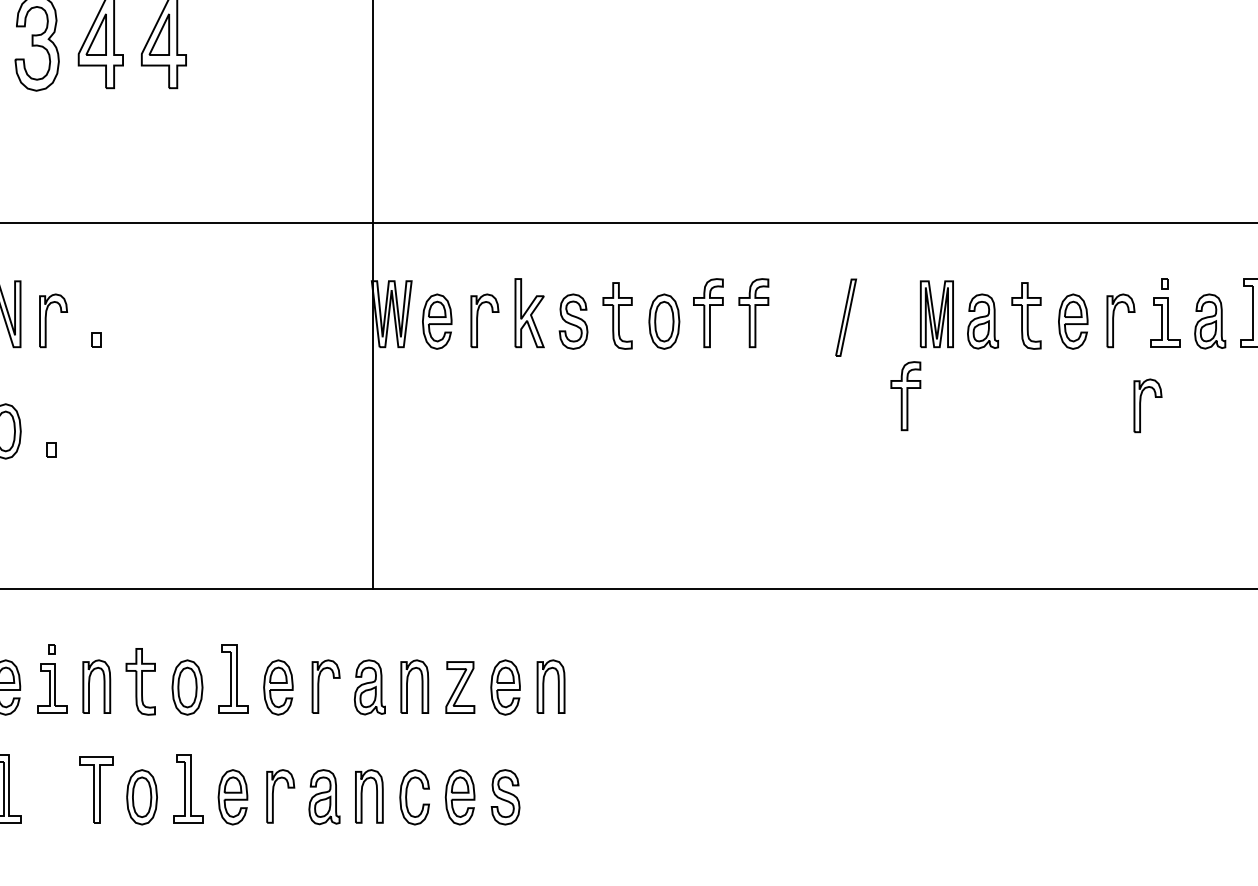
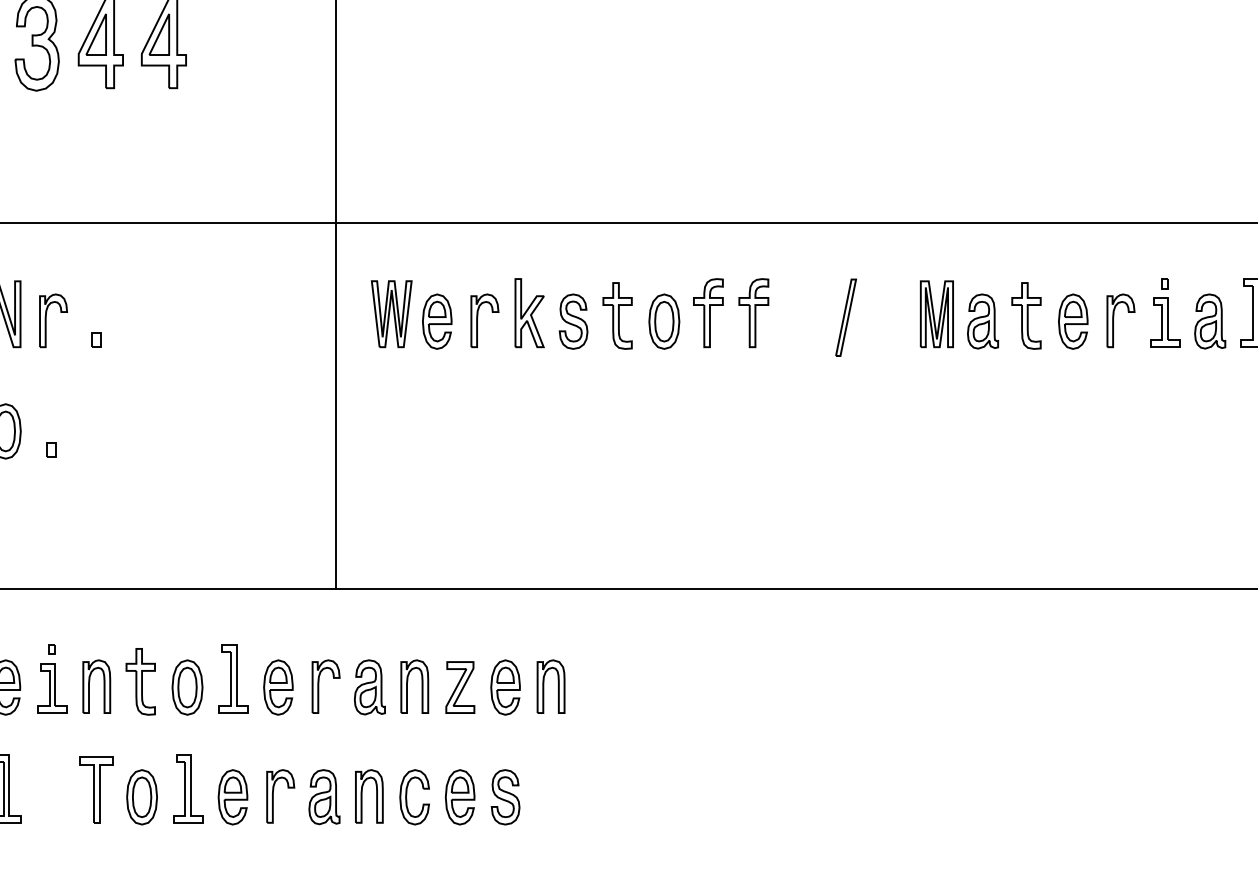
line at (372, 295) position: (372, 295) -> (335, 295)
part at (905, 396): present -> none
part at (1141, 402): present -> none
